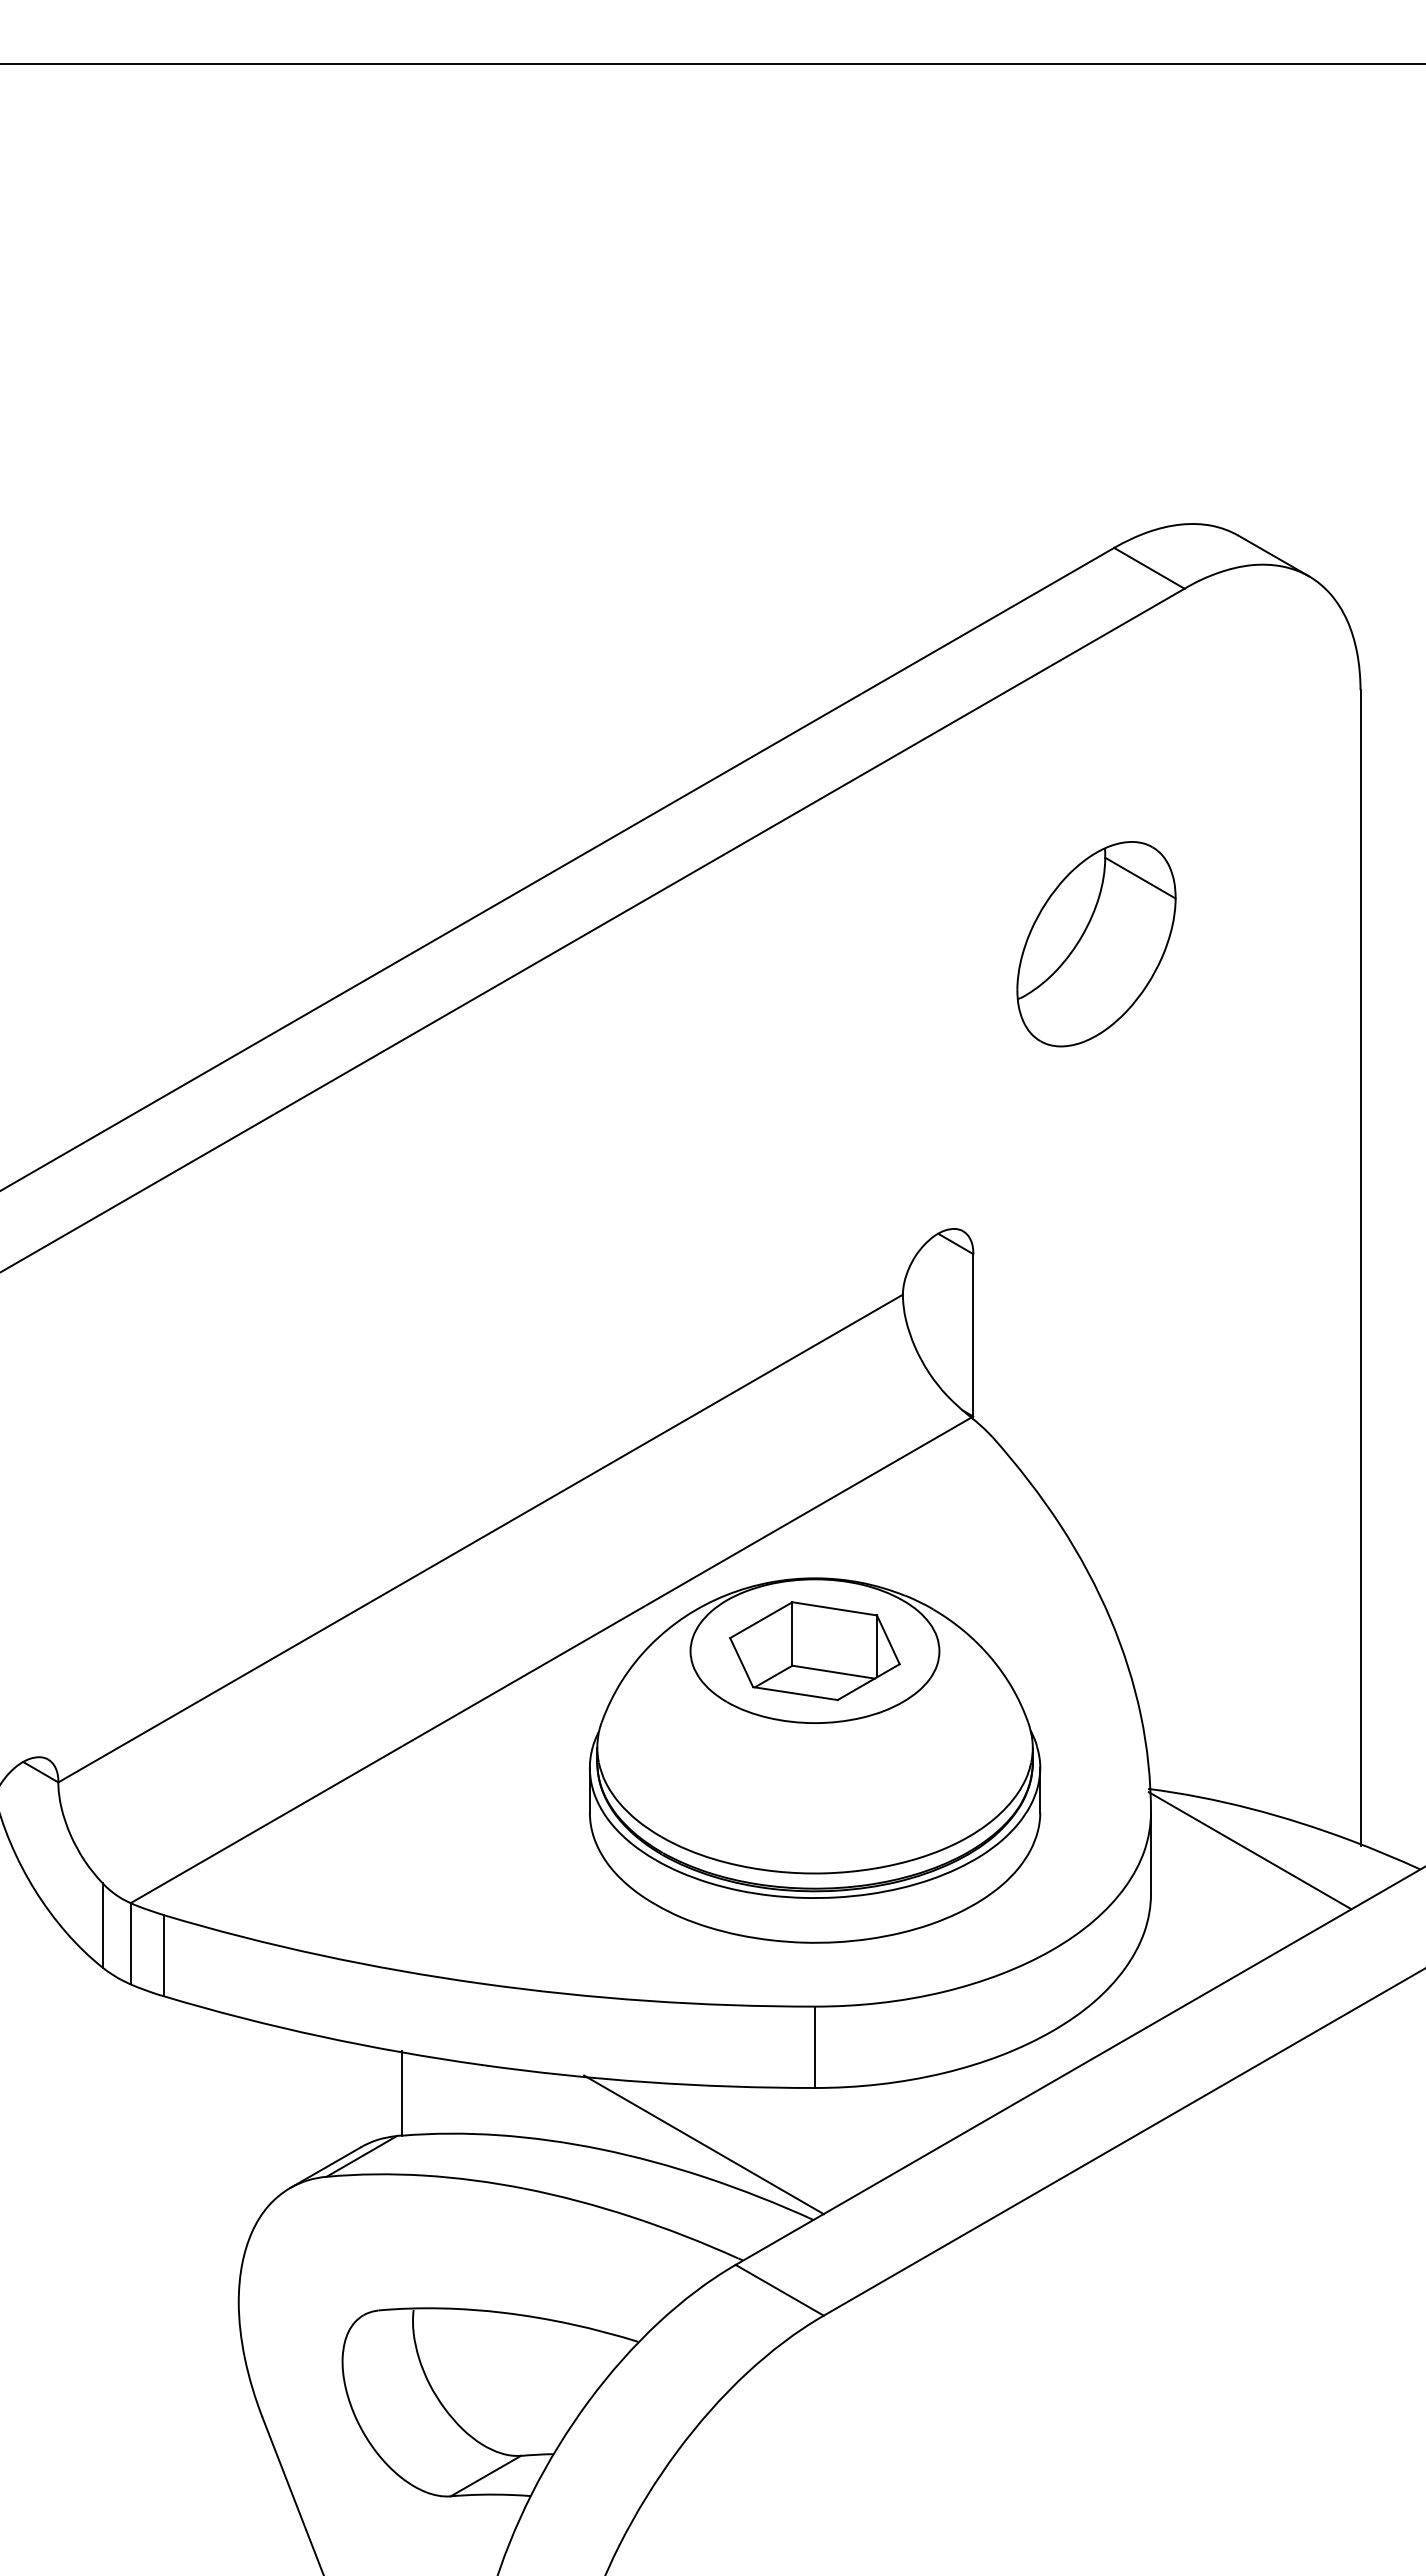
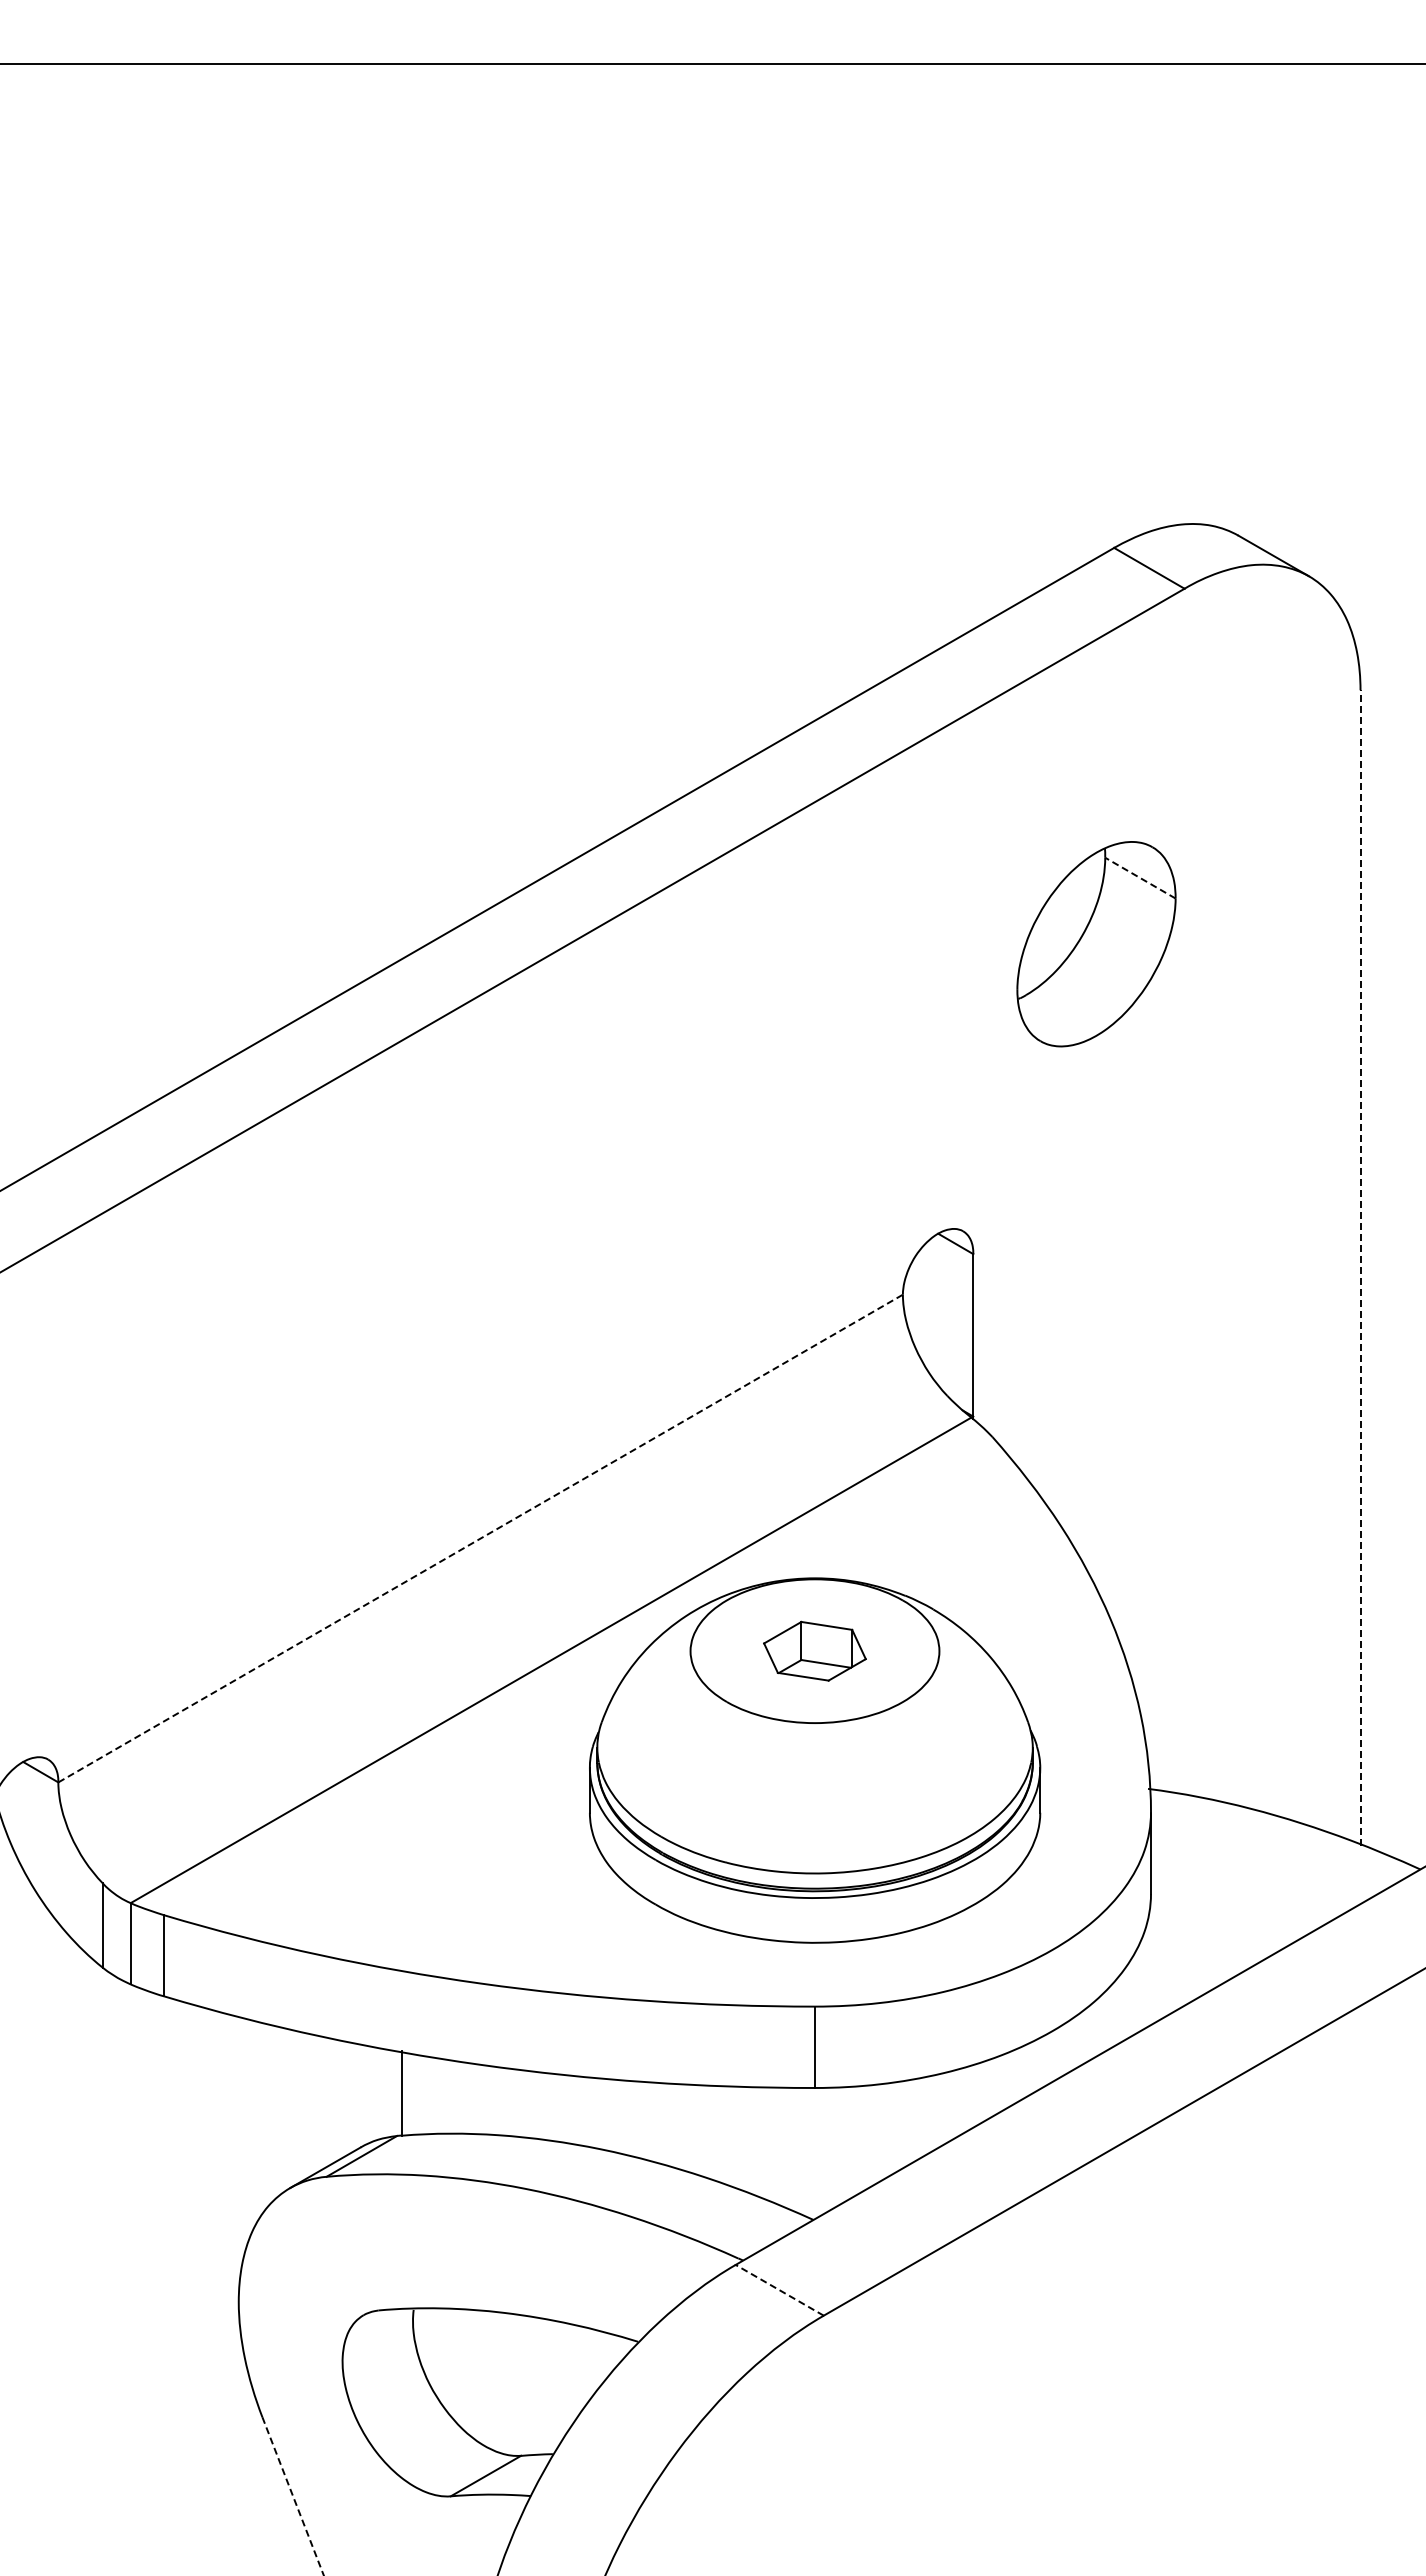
line at (1140, 878): solid -> dashed
line at (1360, 1268): solid -> dashed
line at (480, 1538): solid -> dashed
part at (814, 1651) size: 172x101 px -> 104x62 px
line at (1249, 1850): present -> none
line at (703, 2144): present -> none
line at (779, 2290): solid -> dashed
line at (293, 2496): solid -> dashed
